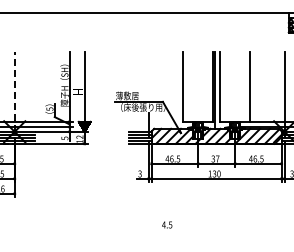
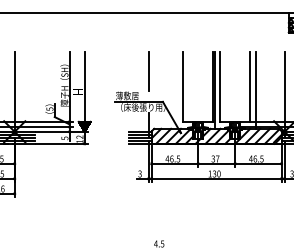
line at (148, 70): none -> present
line at (255, 89): none -> present
line at (14, 91): dashed -> solid
text at (167, 224) position: (167, 224) -> (159, 243)
